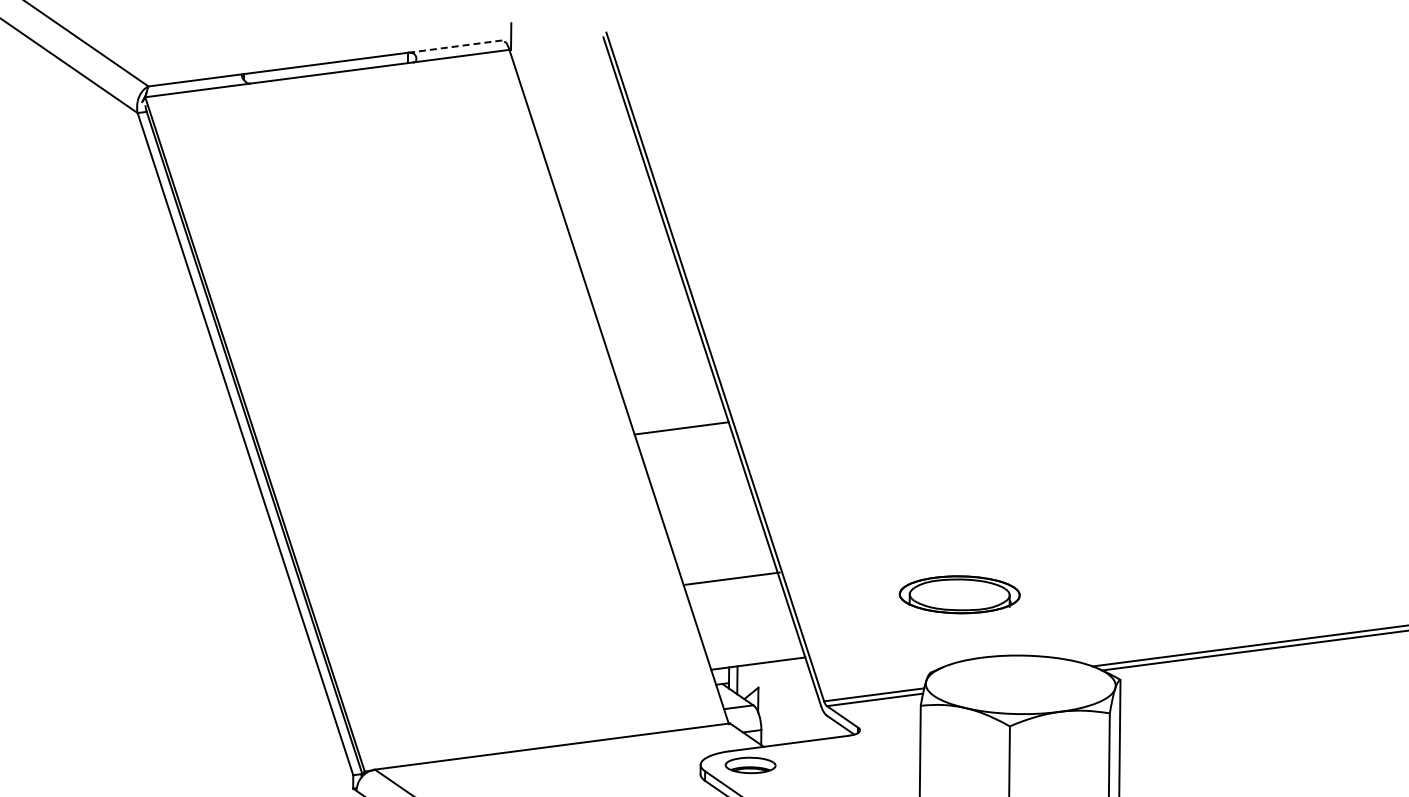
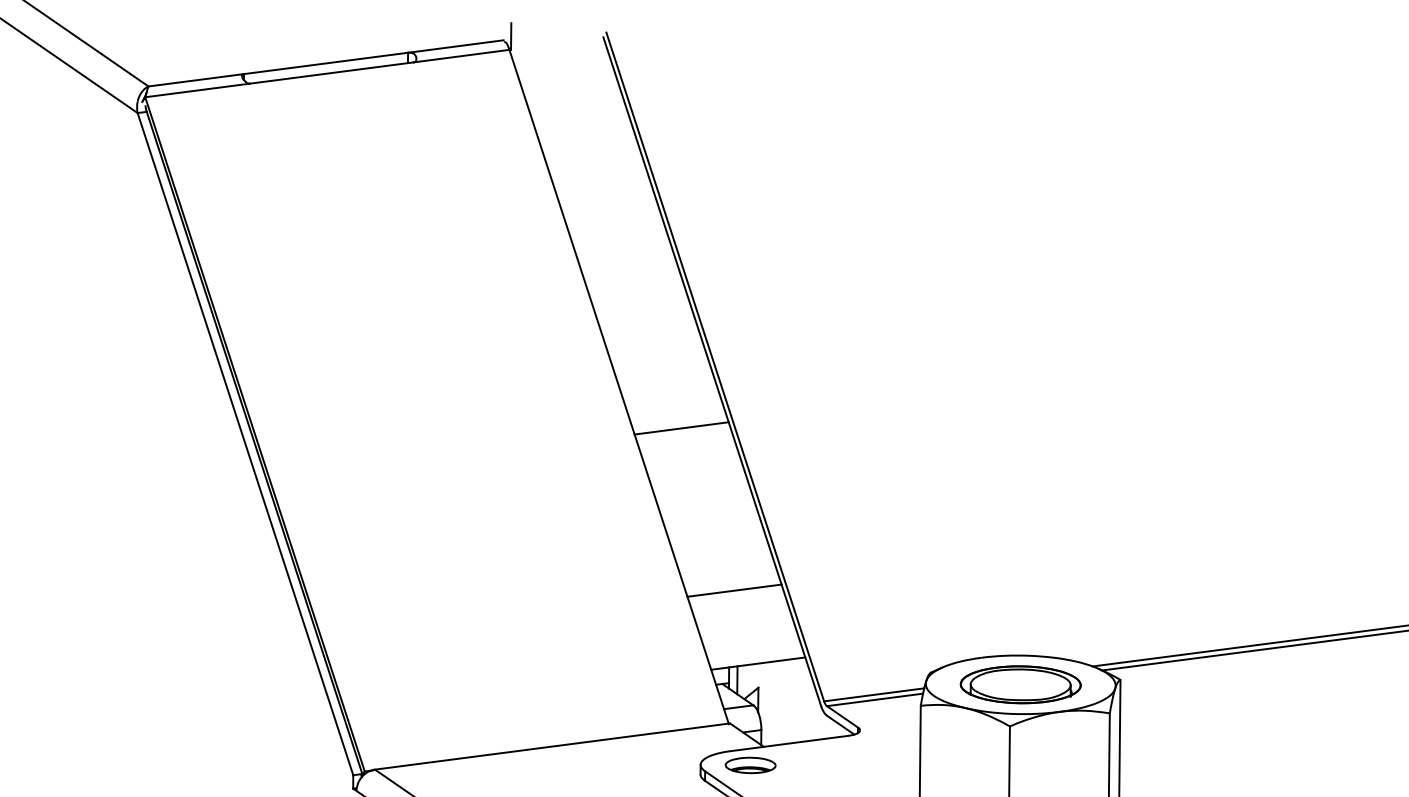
line at (456, 46): dashed -> solid
line at (732, 578) position: (732, 578) -> (734, 590)
part at (959, 594) position: (959, 594) -> (1020, 684)
